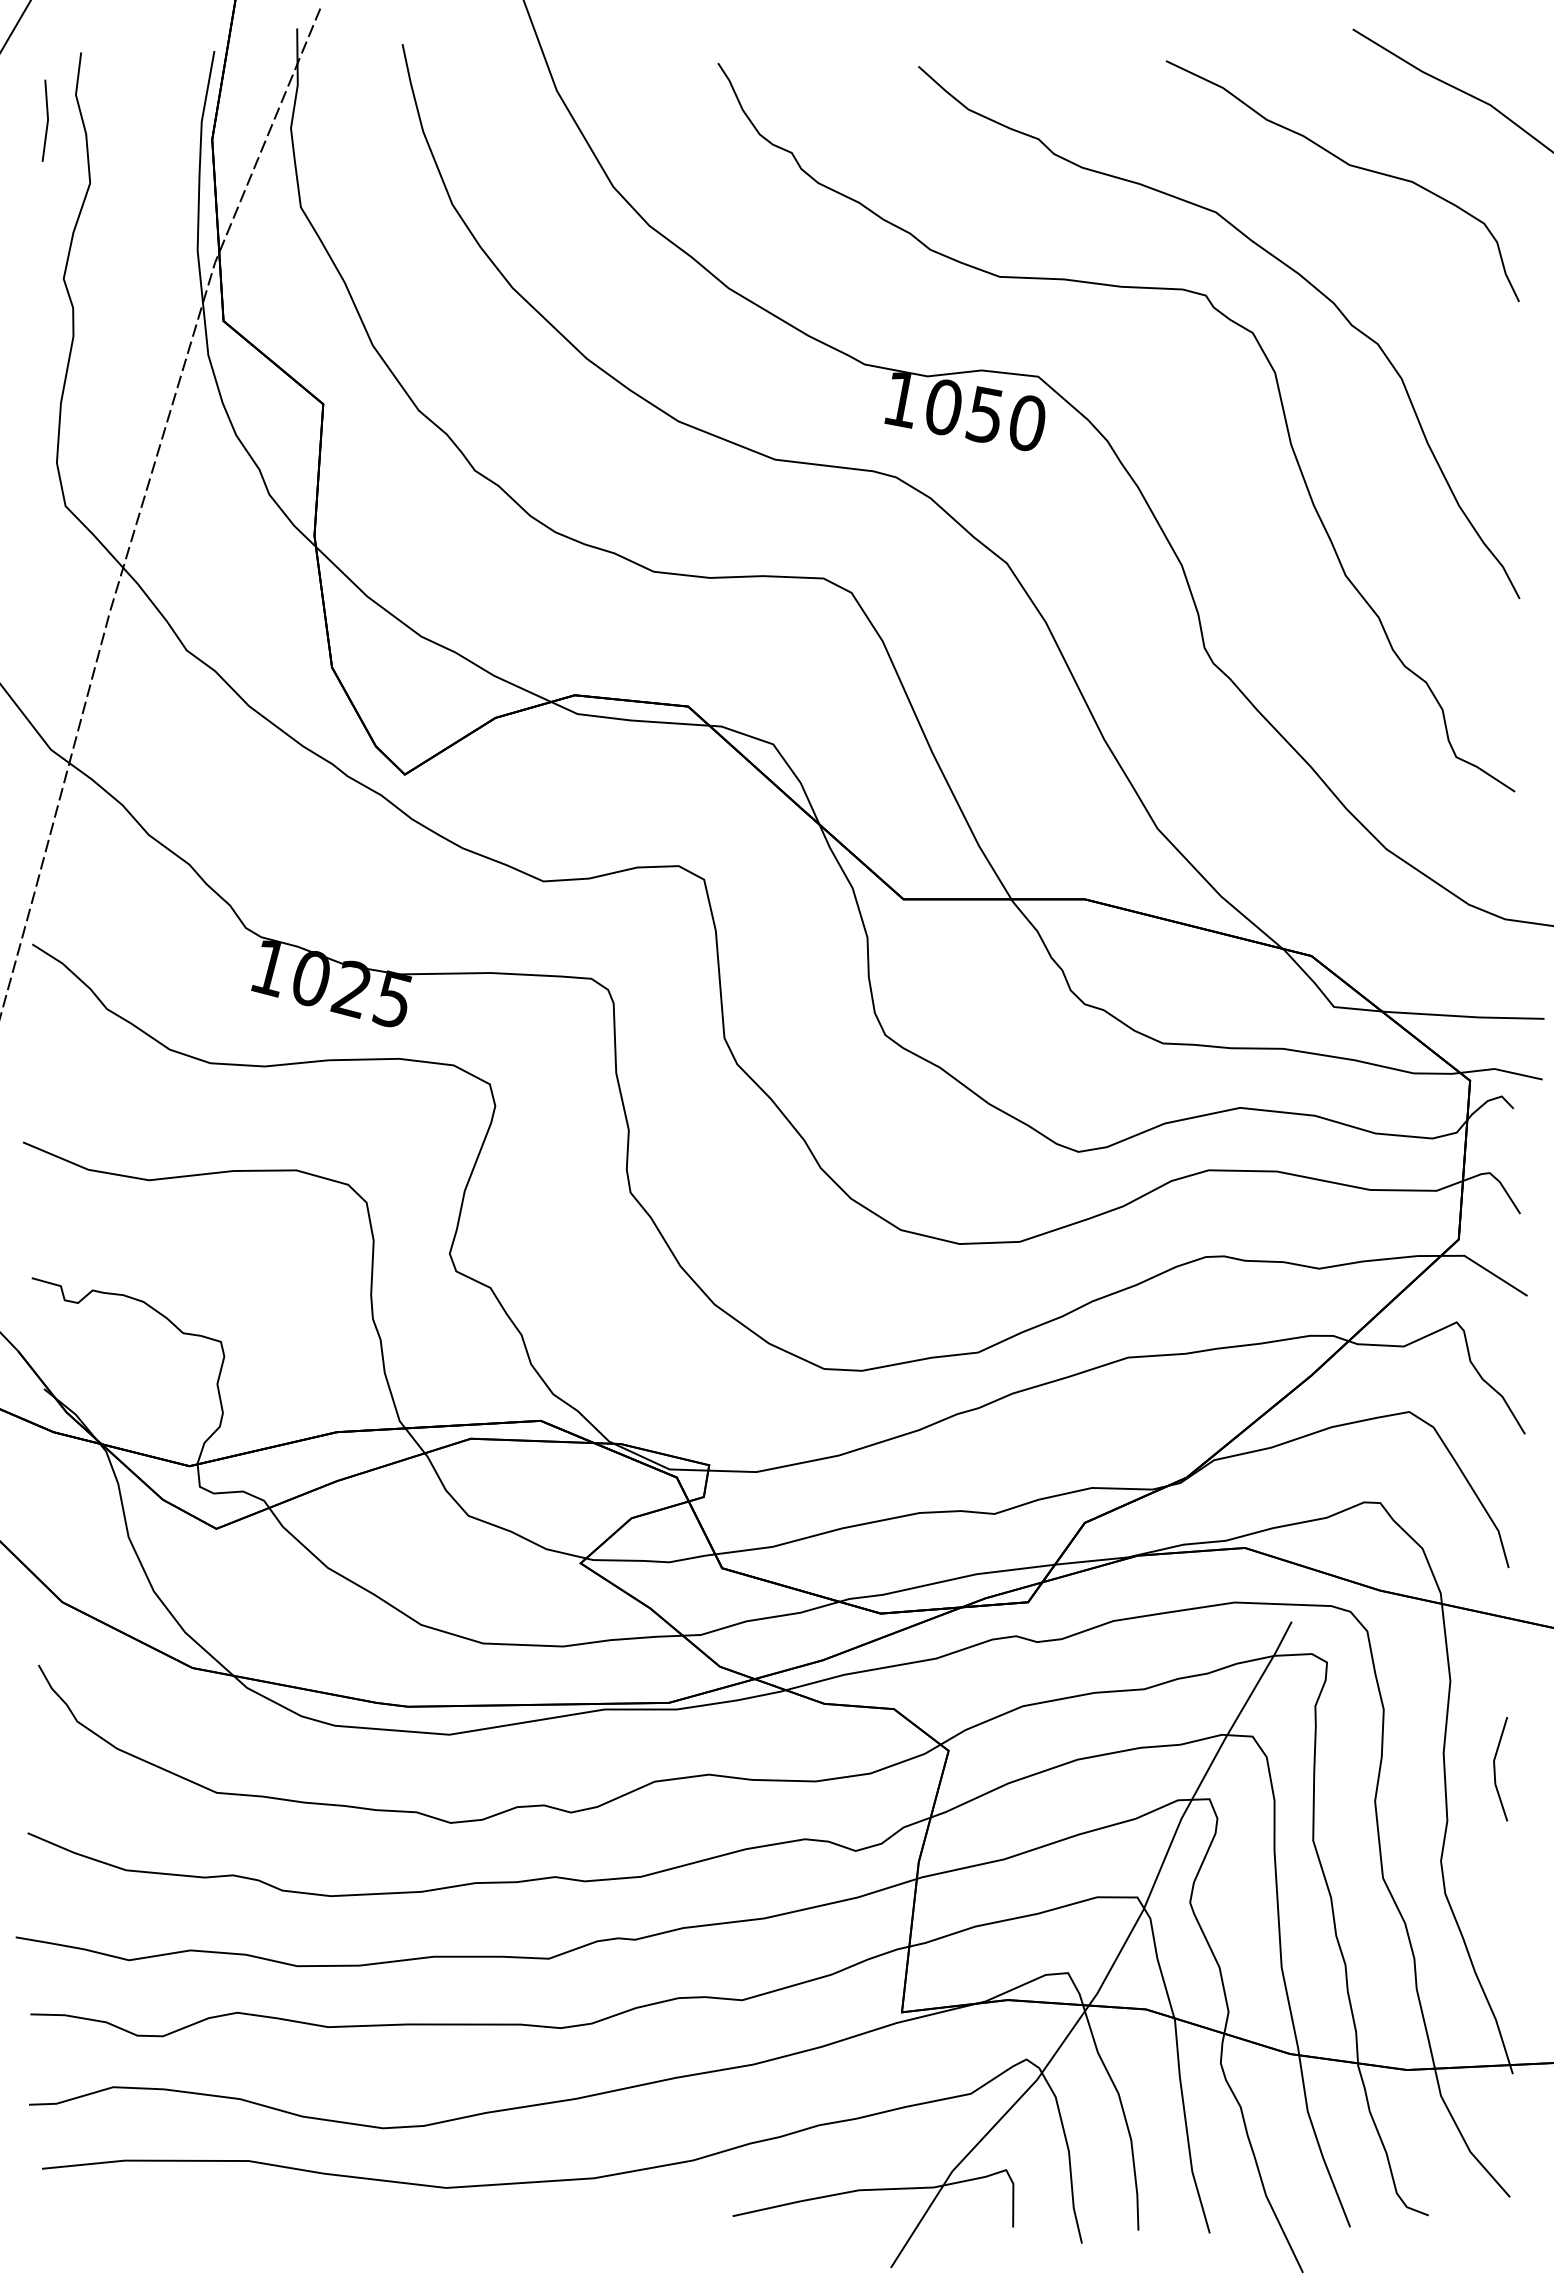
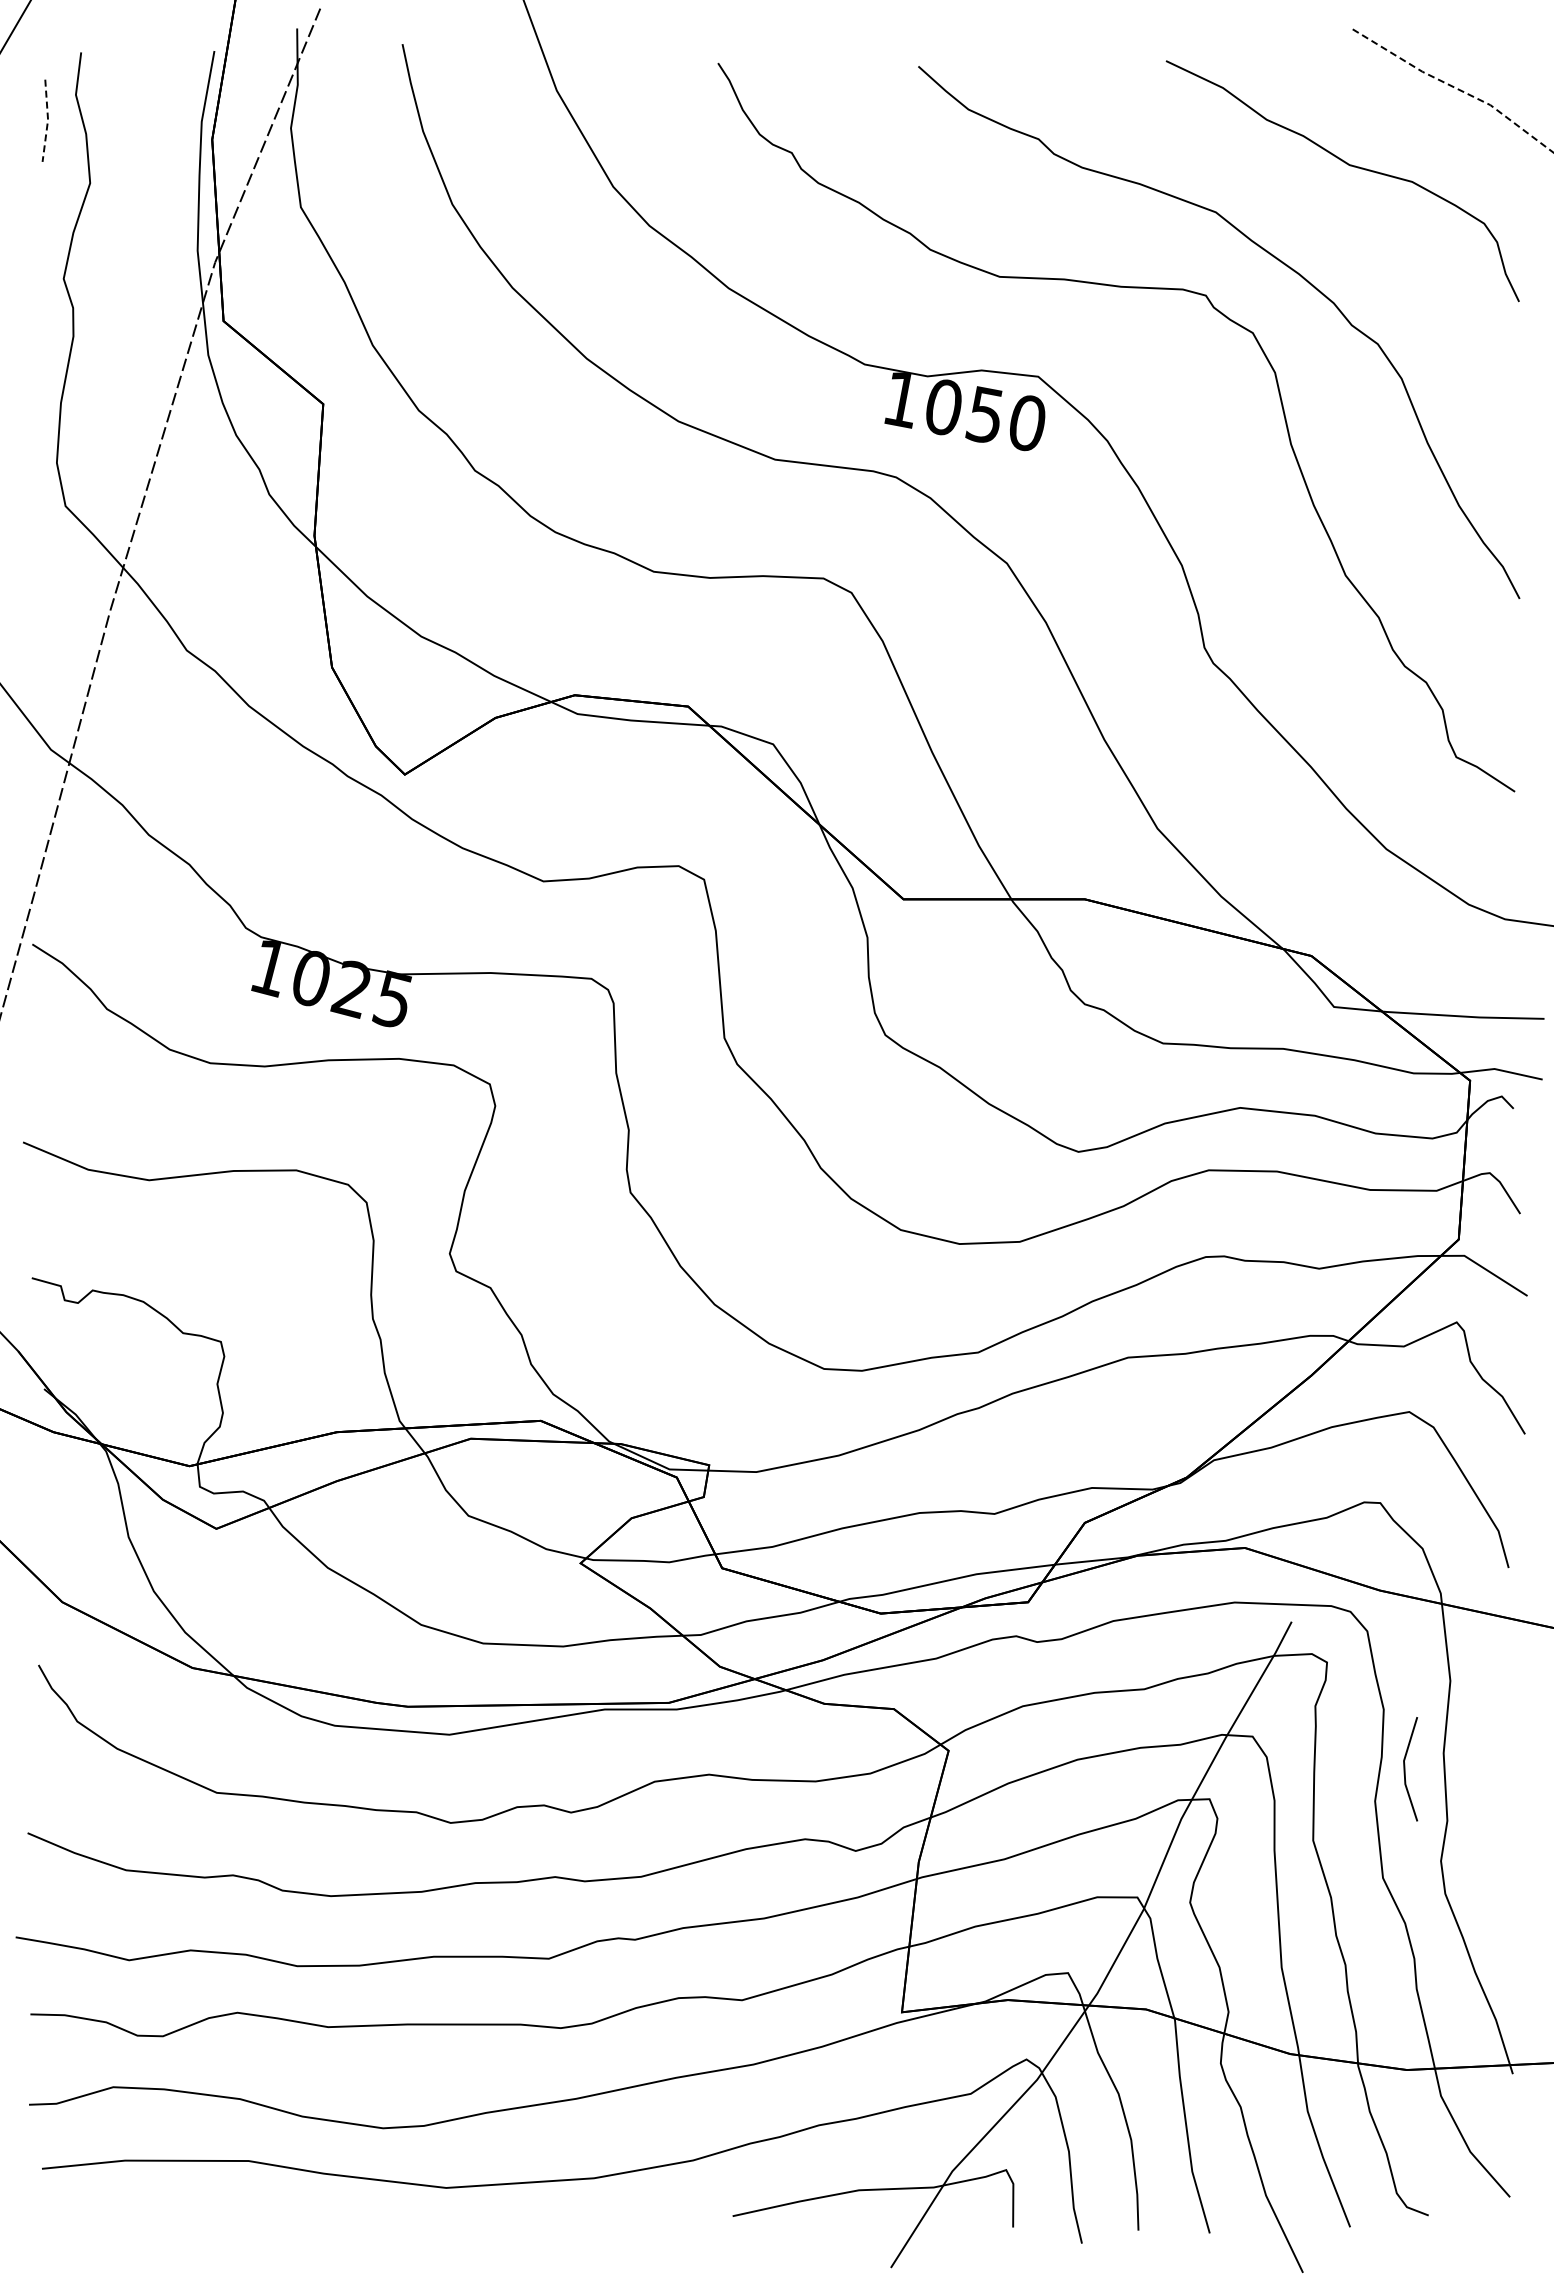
line at (1455, 88): solid -> dashed
line at (47, 120): solid -> dashed
line at (1495, 1769) position: (1495, 1769) -> (1405, 1769)
